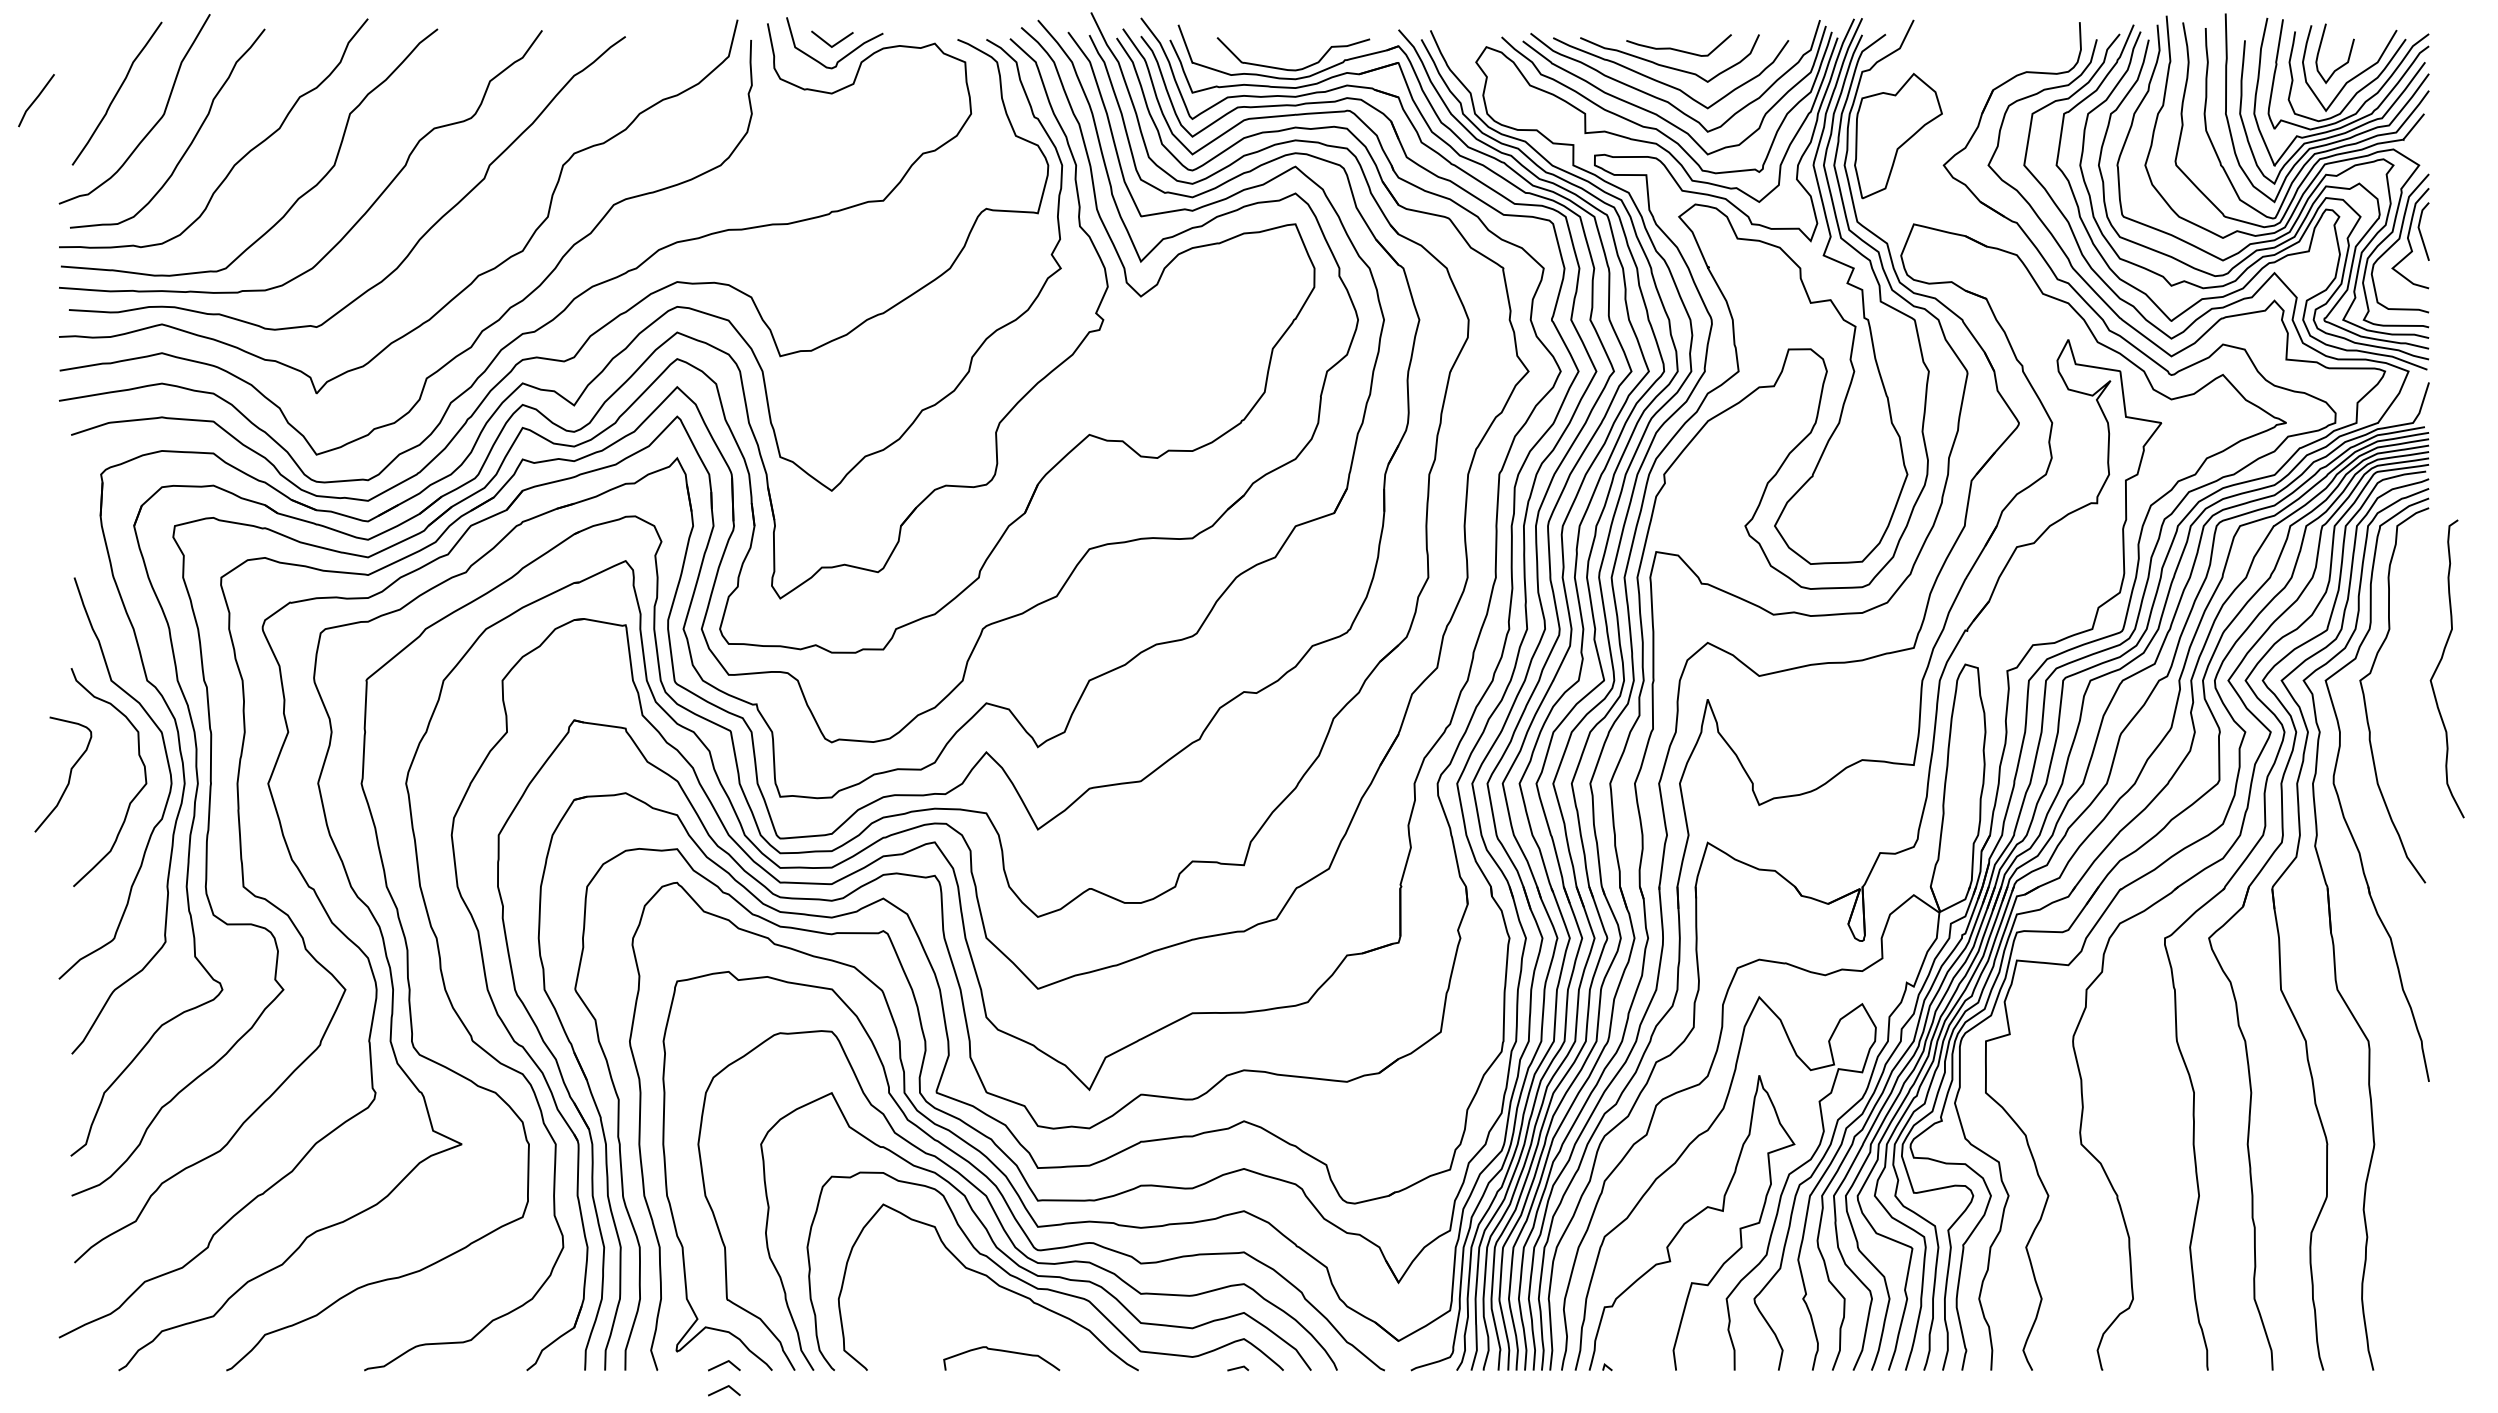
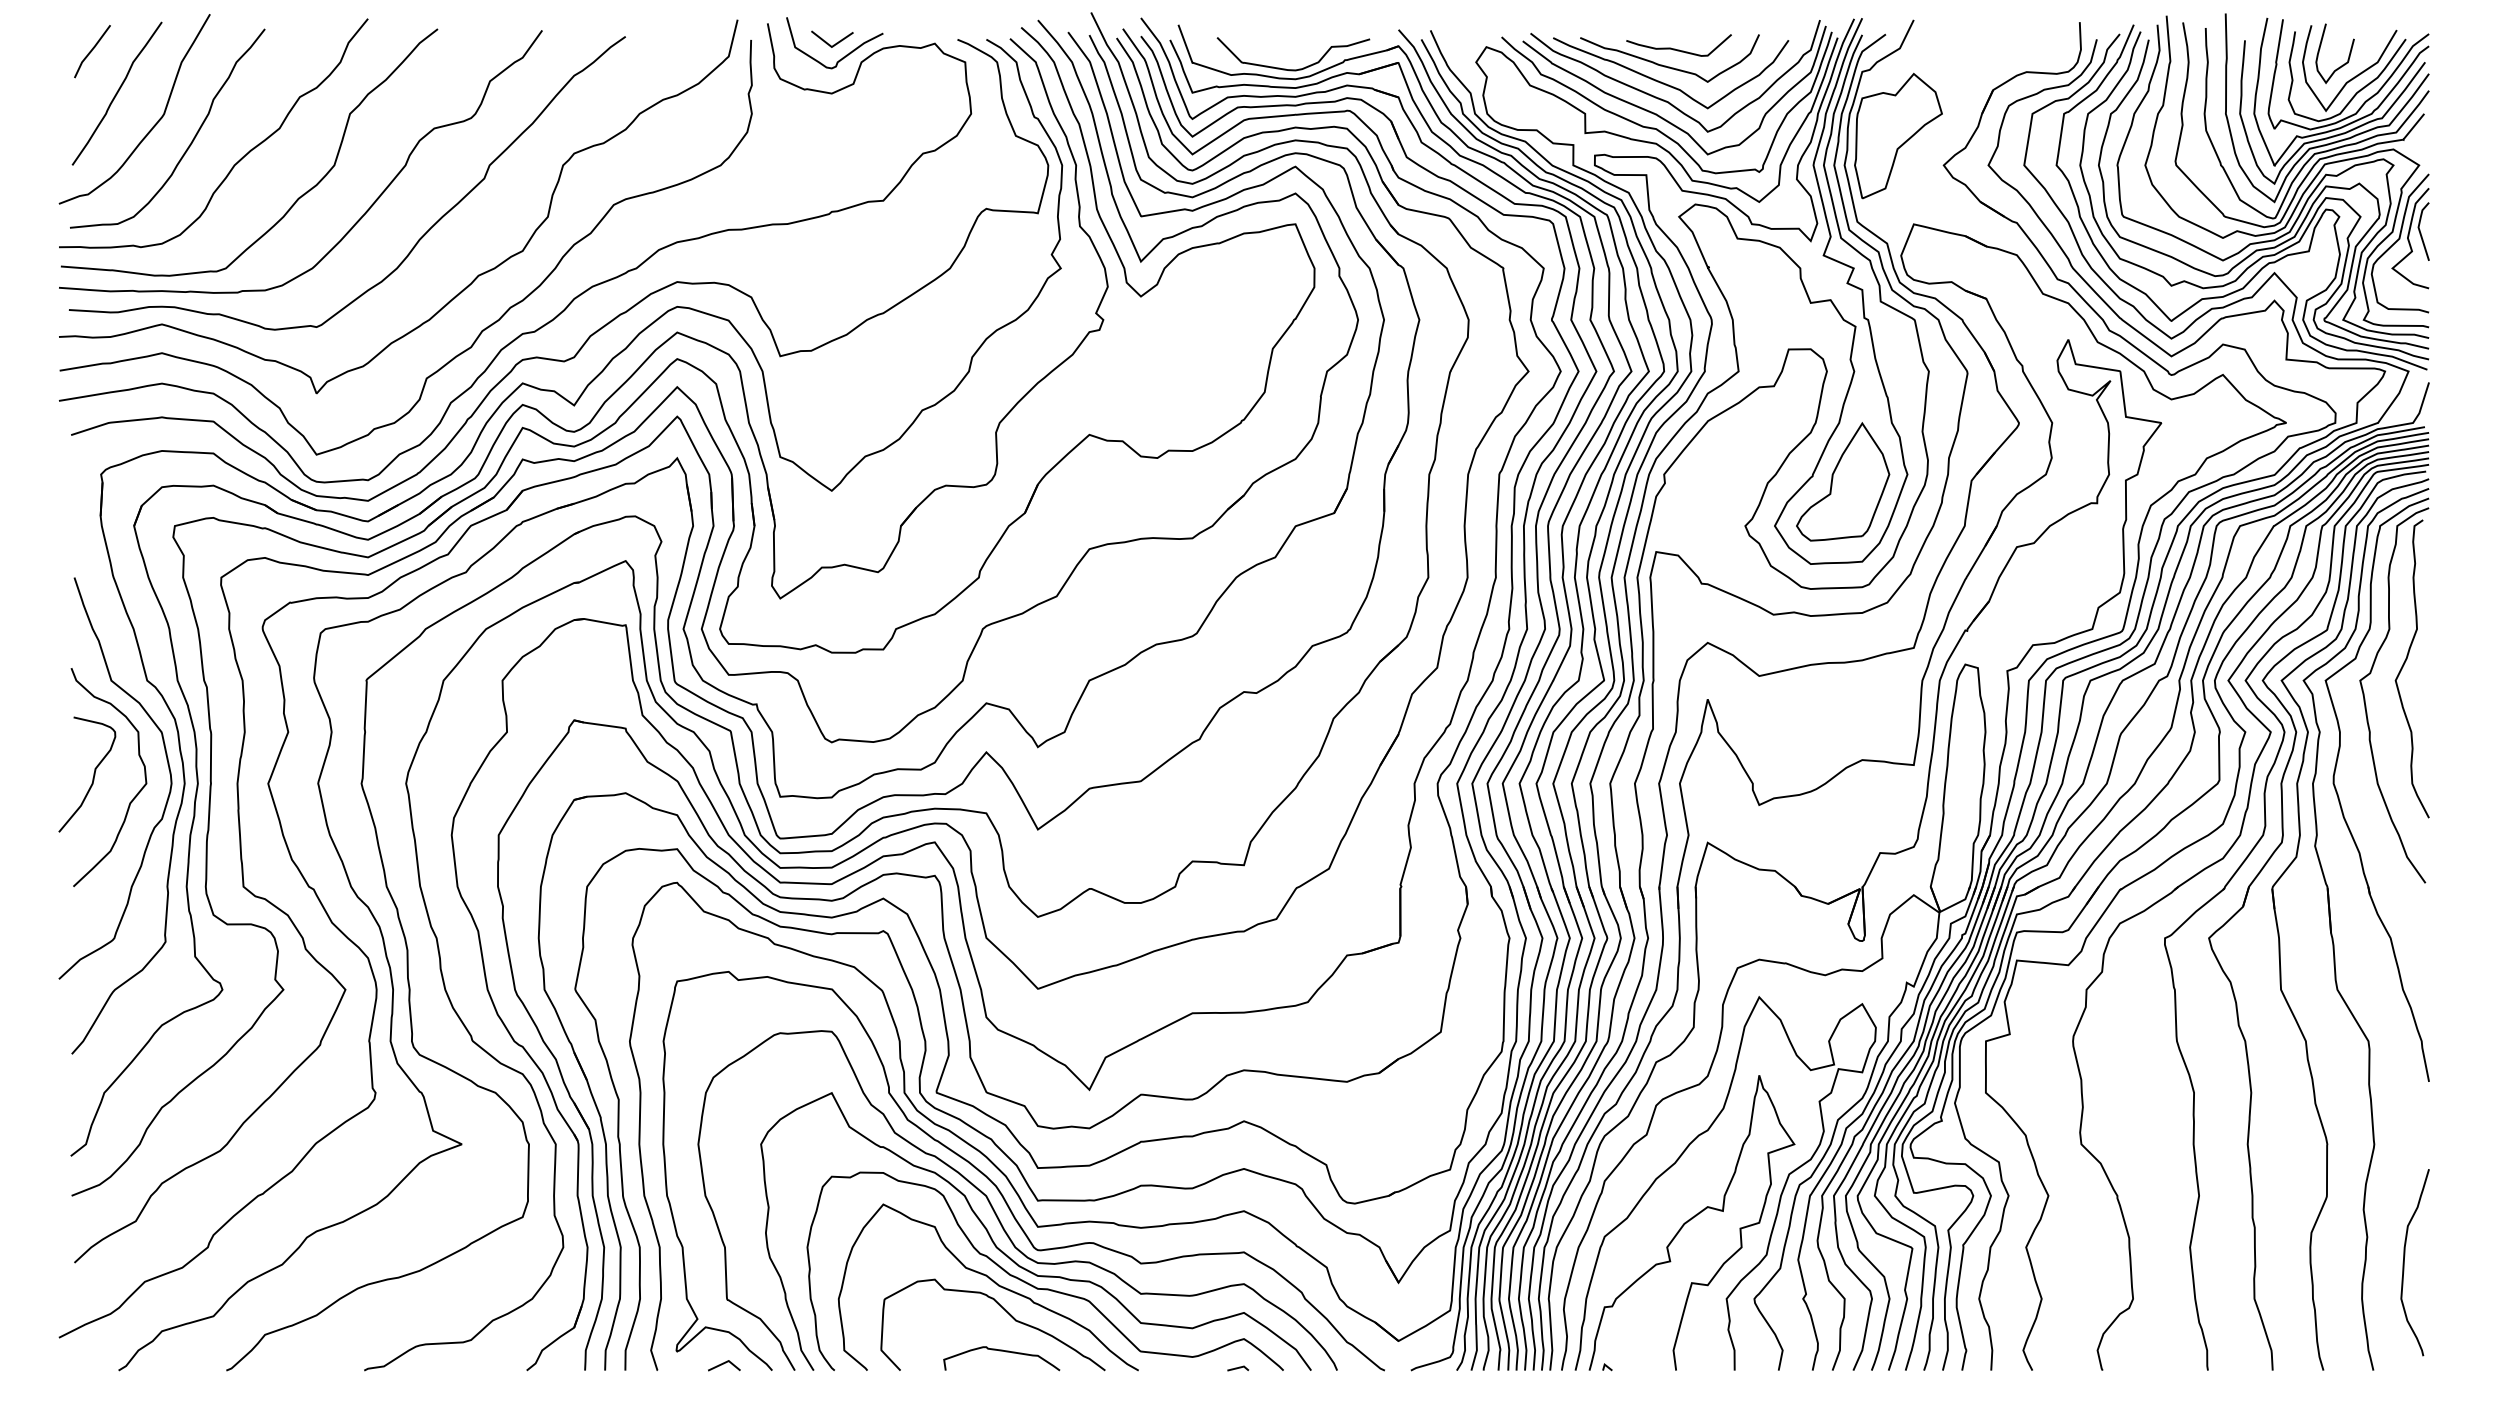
line at (36, 100) position: (36, 100) -> (92, 51)
part at (1843, 481): none -> present
curve at (2439, 665) position: (2439, 665) -> (2404, 665)
curve at (69, 774) position: (69, 774) -> (93, 774)
curve at (2404, 1262): none -> present
curve at (1005, 1311): none -> present
line at (723, 1389): present -> none
